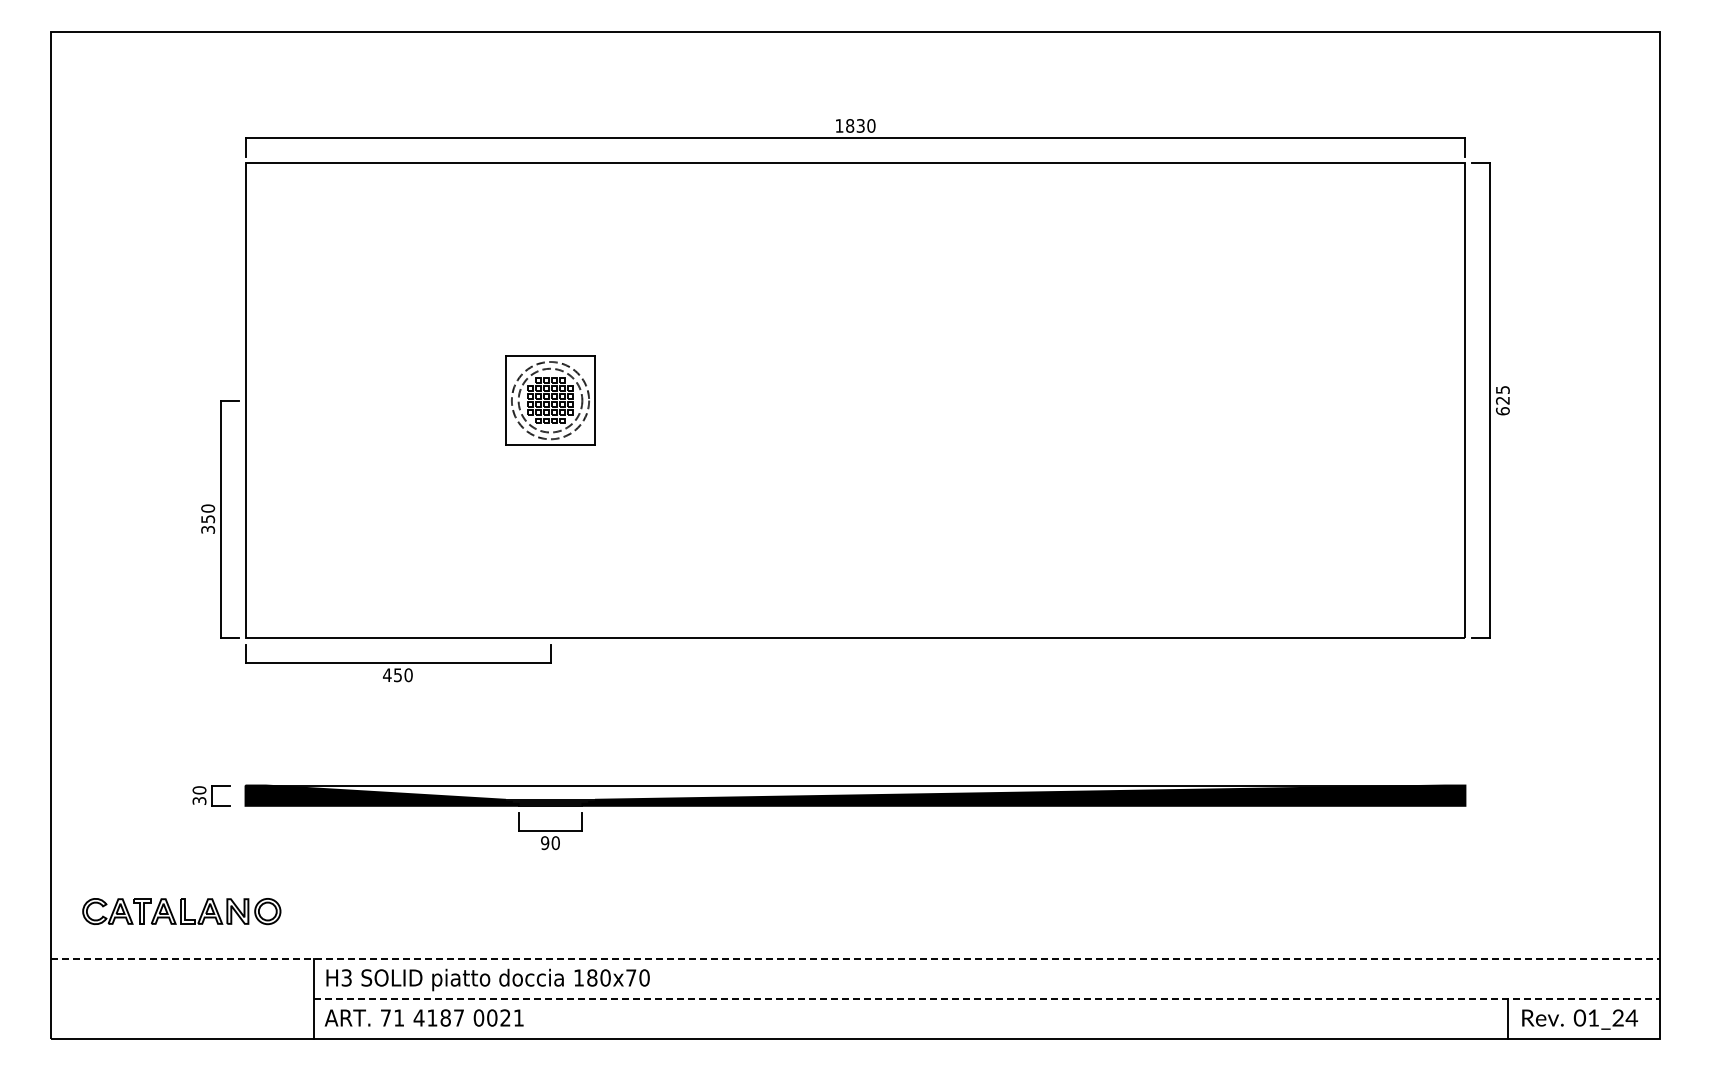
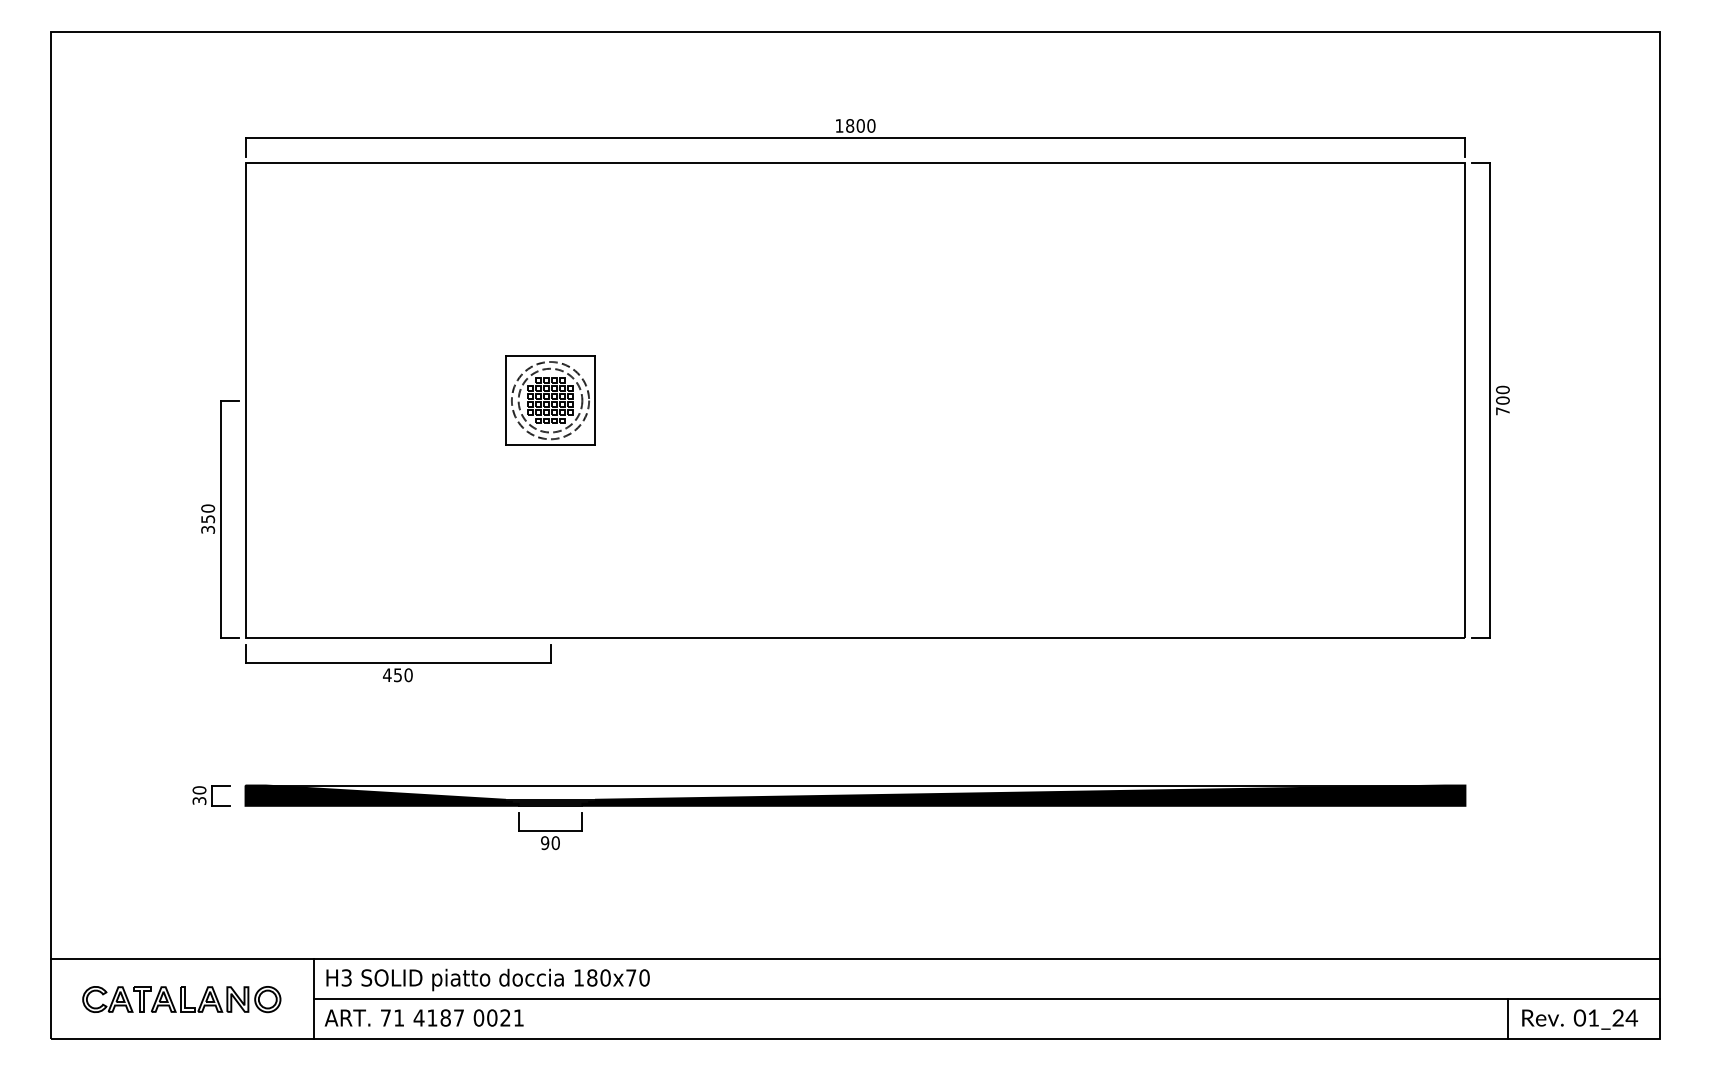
text at (860, 125): 1830 -> 1800
text at (1502, 400): 625 -> 700
part at (181, 911) position: (181, 911) -> (181, 999)
line at (855, 958): dashed -> solid
line at (986, 998): dashed -> solid
